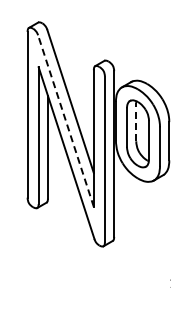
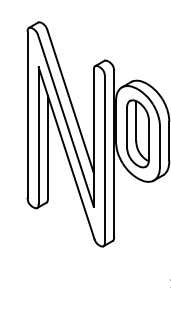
line at (65, 120): dashed -> solid
line at (136, 121): dashed -> solid
